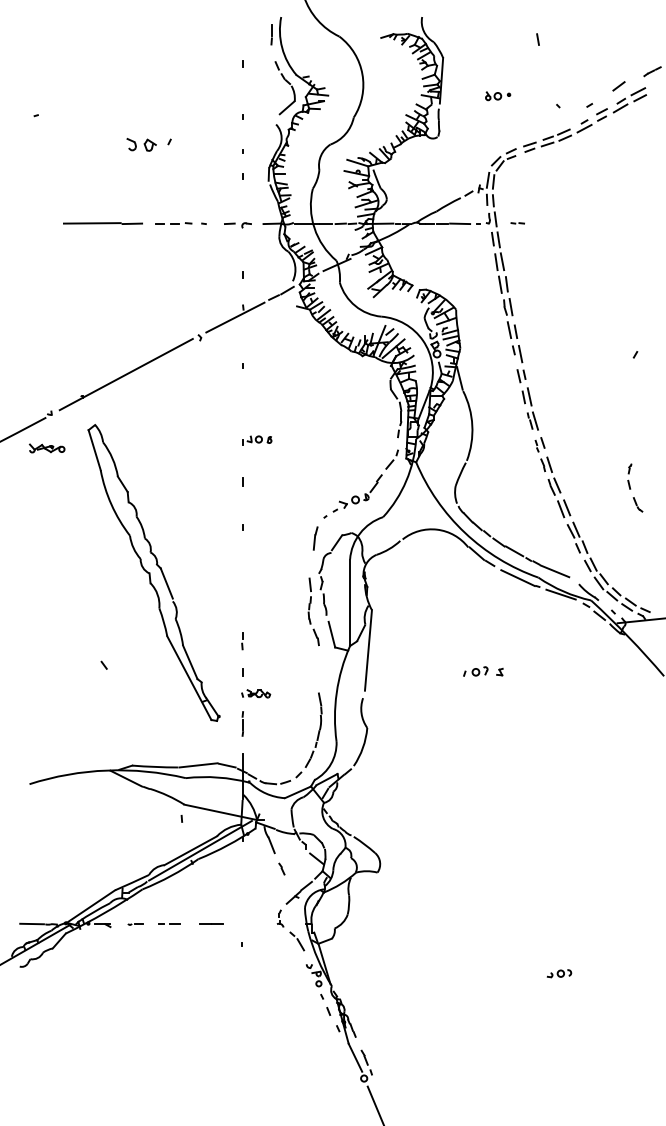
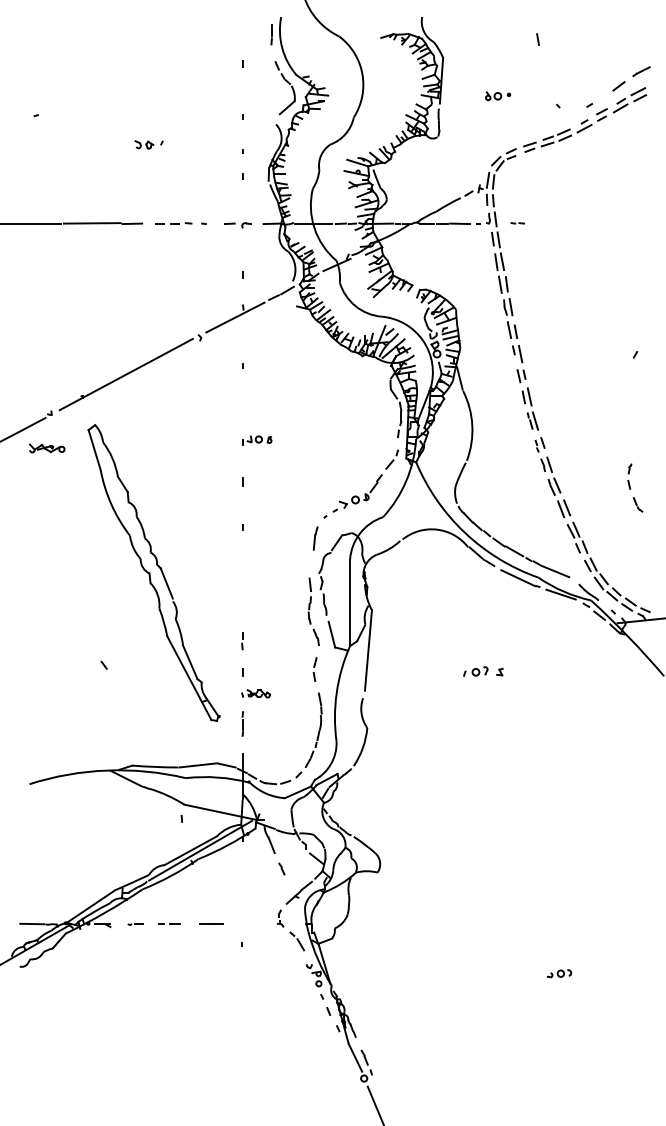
line at (652, 71) position: (652, 71) -> (641, 71)
part at (148, 144) size: 46x14 px -> 30x10 px
line at (31, 223): none -> present
part at (314, 669): none -> present
